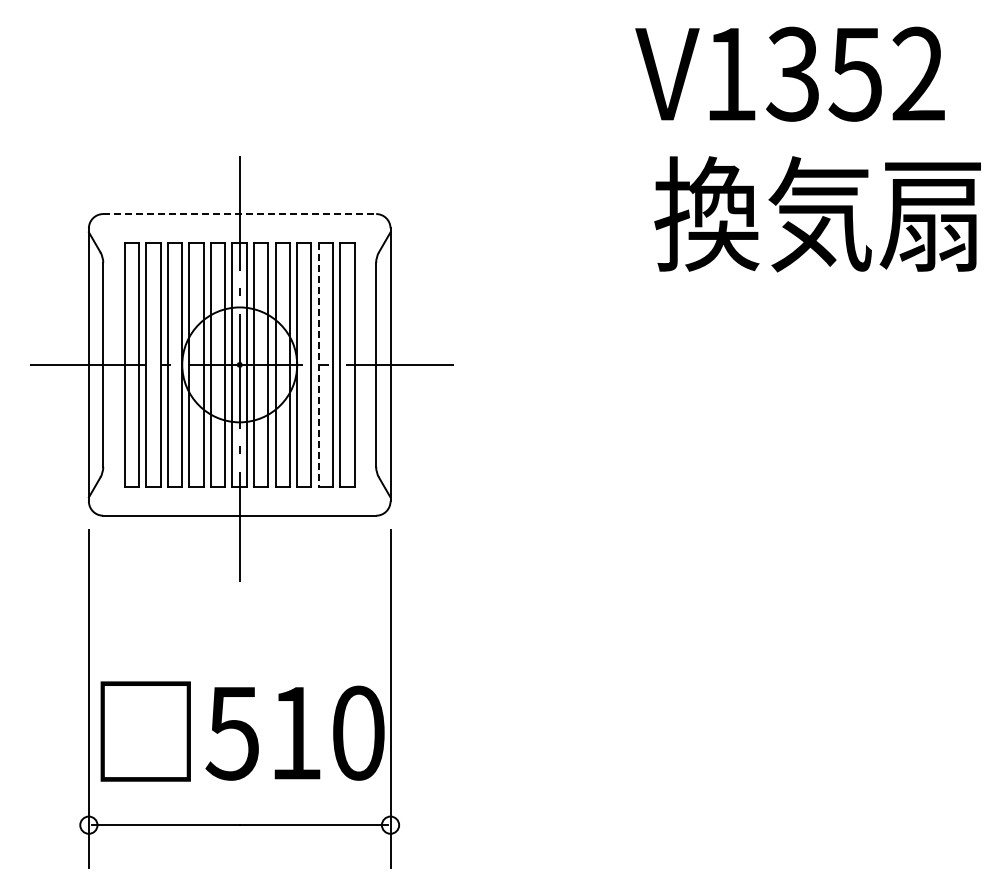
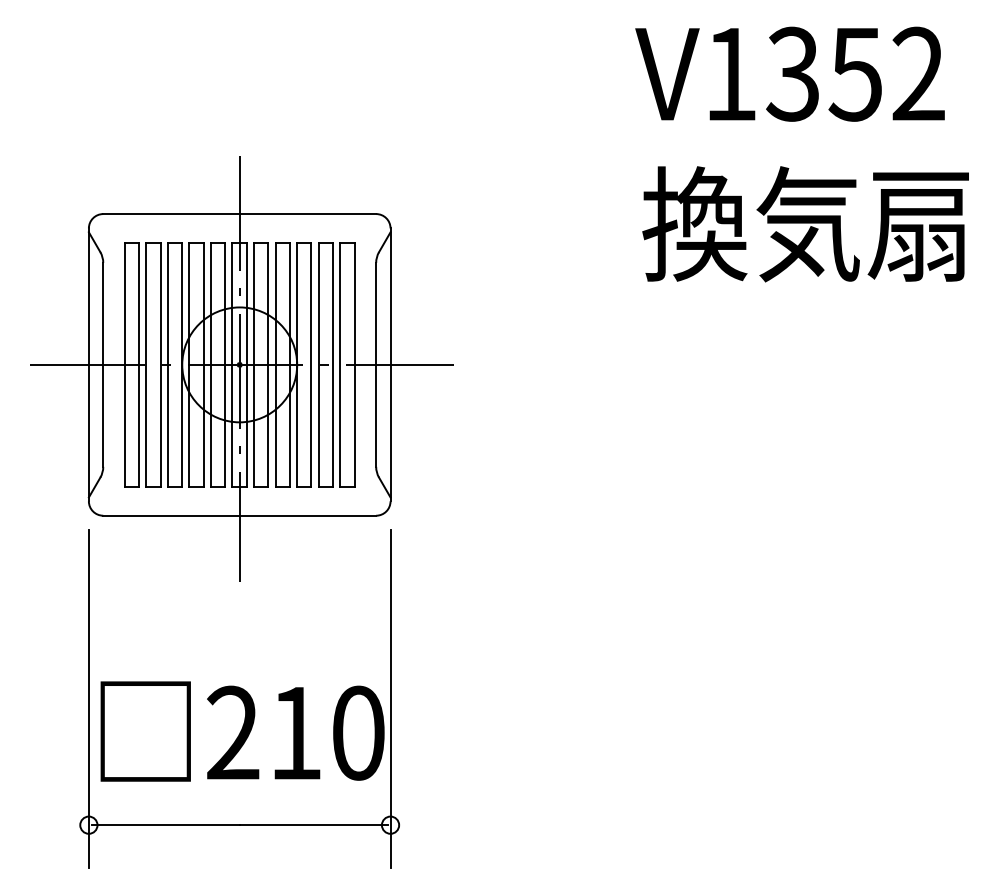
line at (240, 214): dashed -> solid
text at (817, 214) position: (817, 214) -> (805, 224)
line at (318, 365): dashed -> solid
text at (232, 732): 510 -> 210
